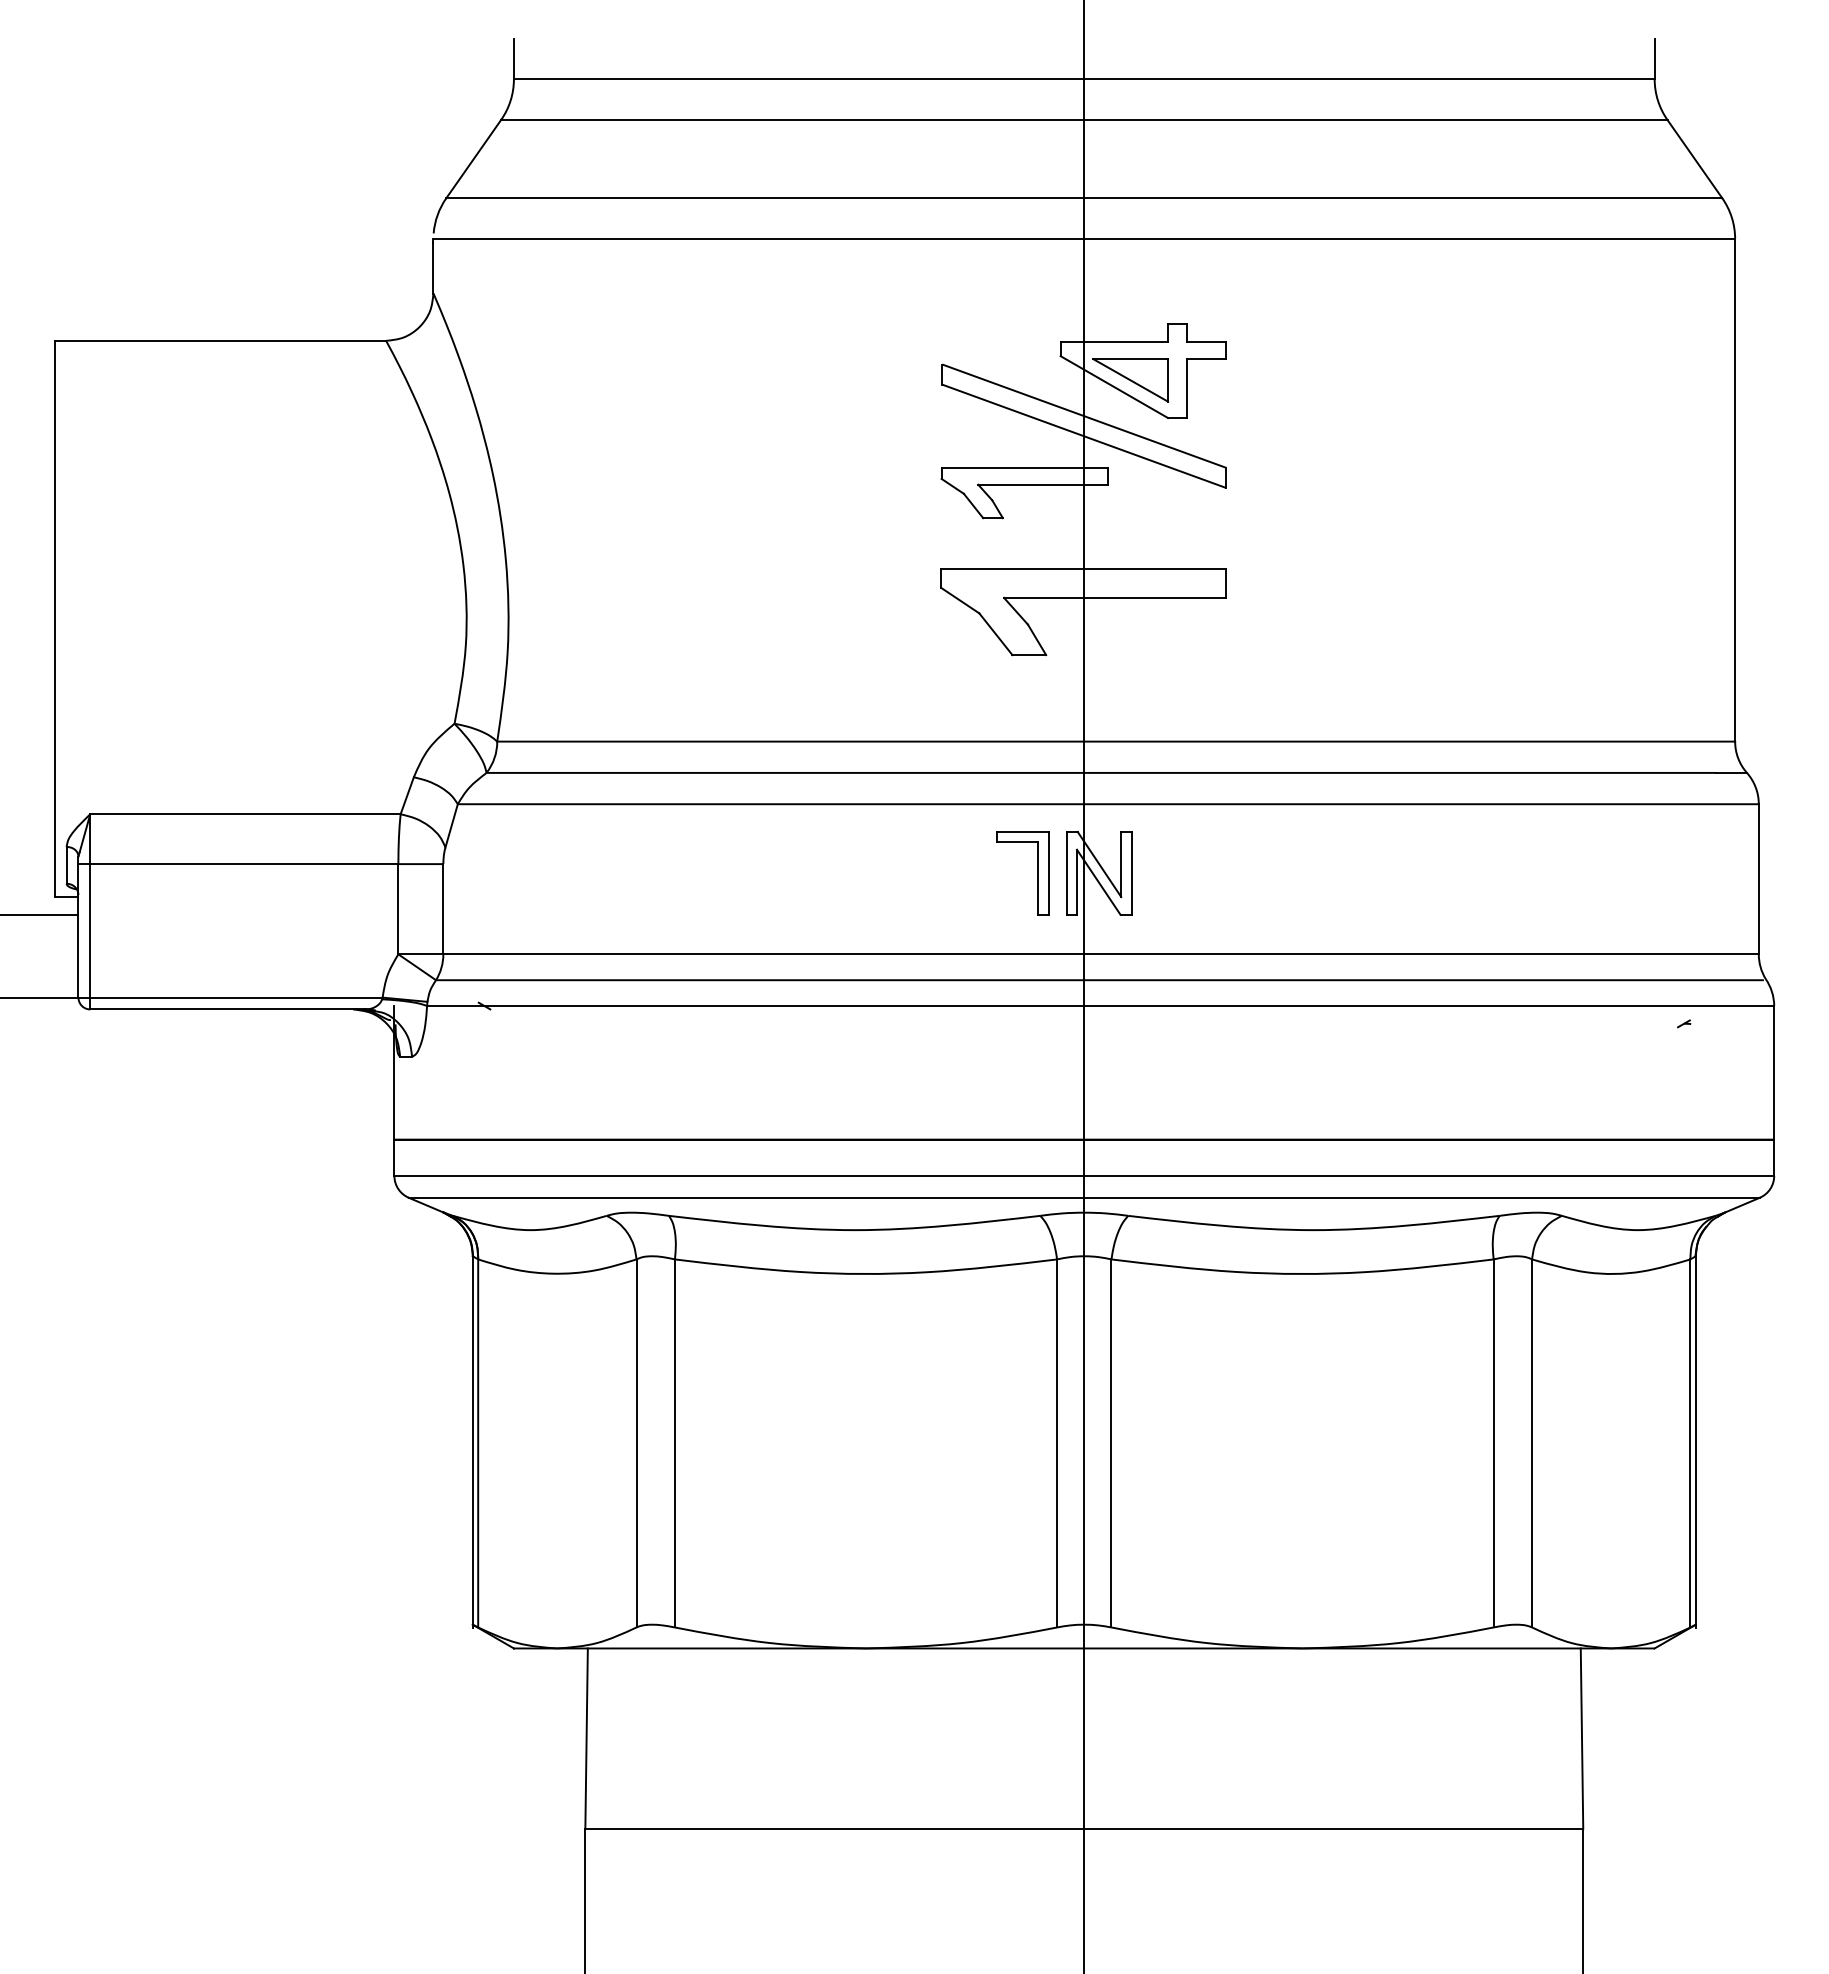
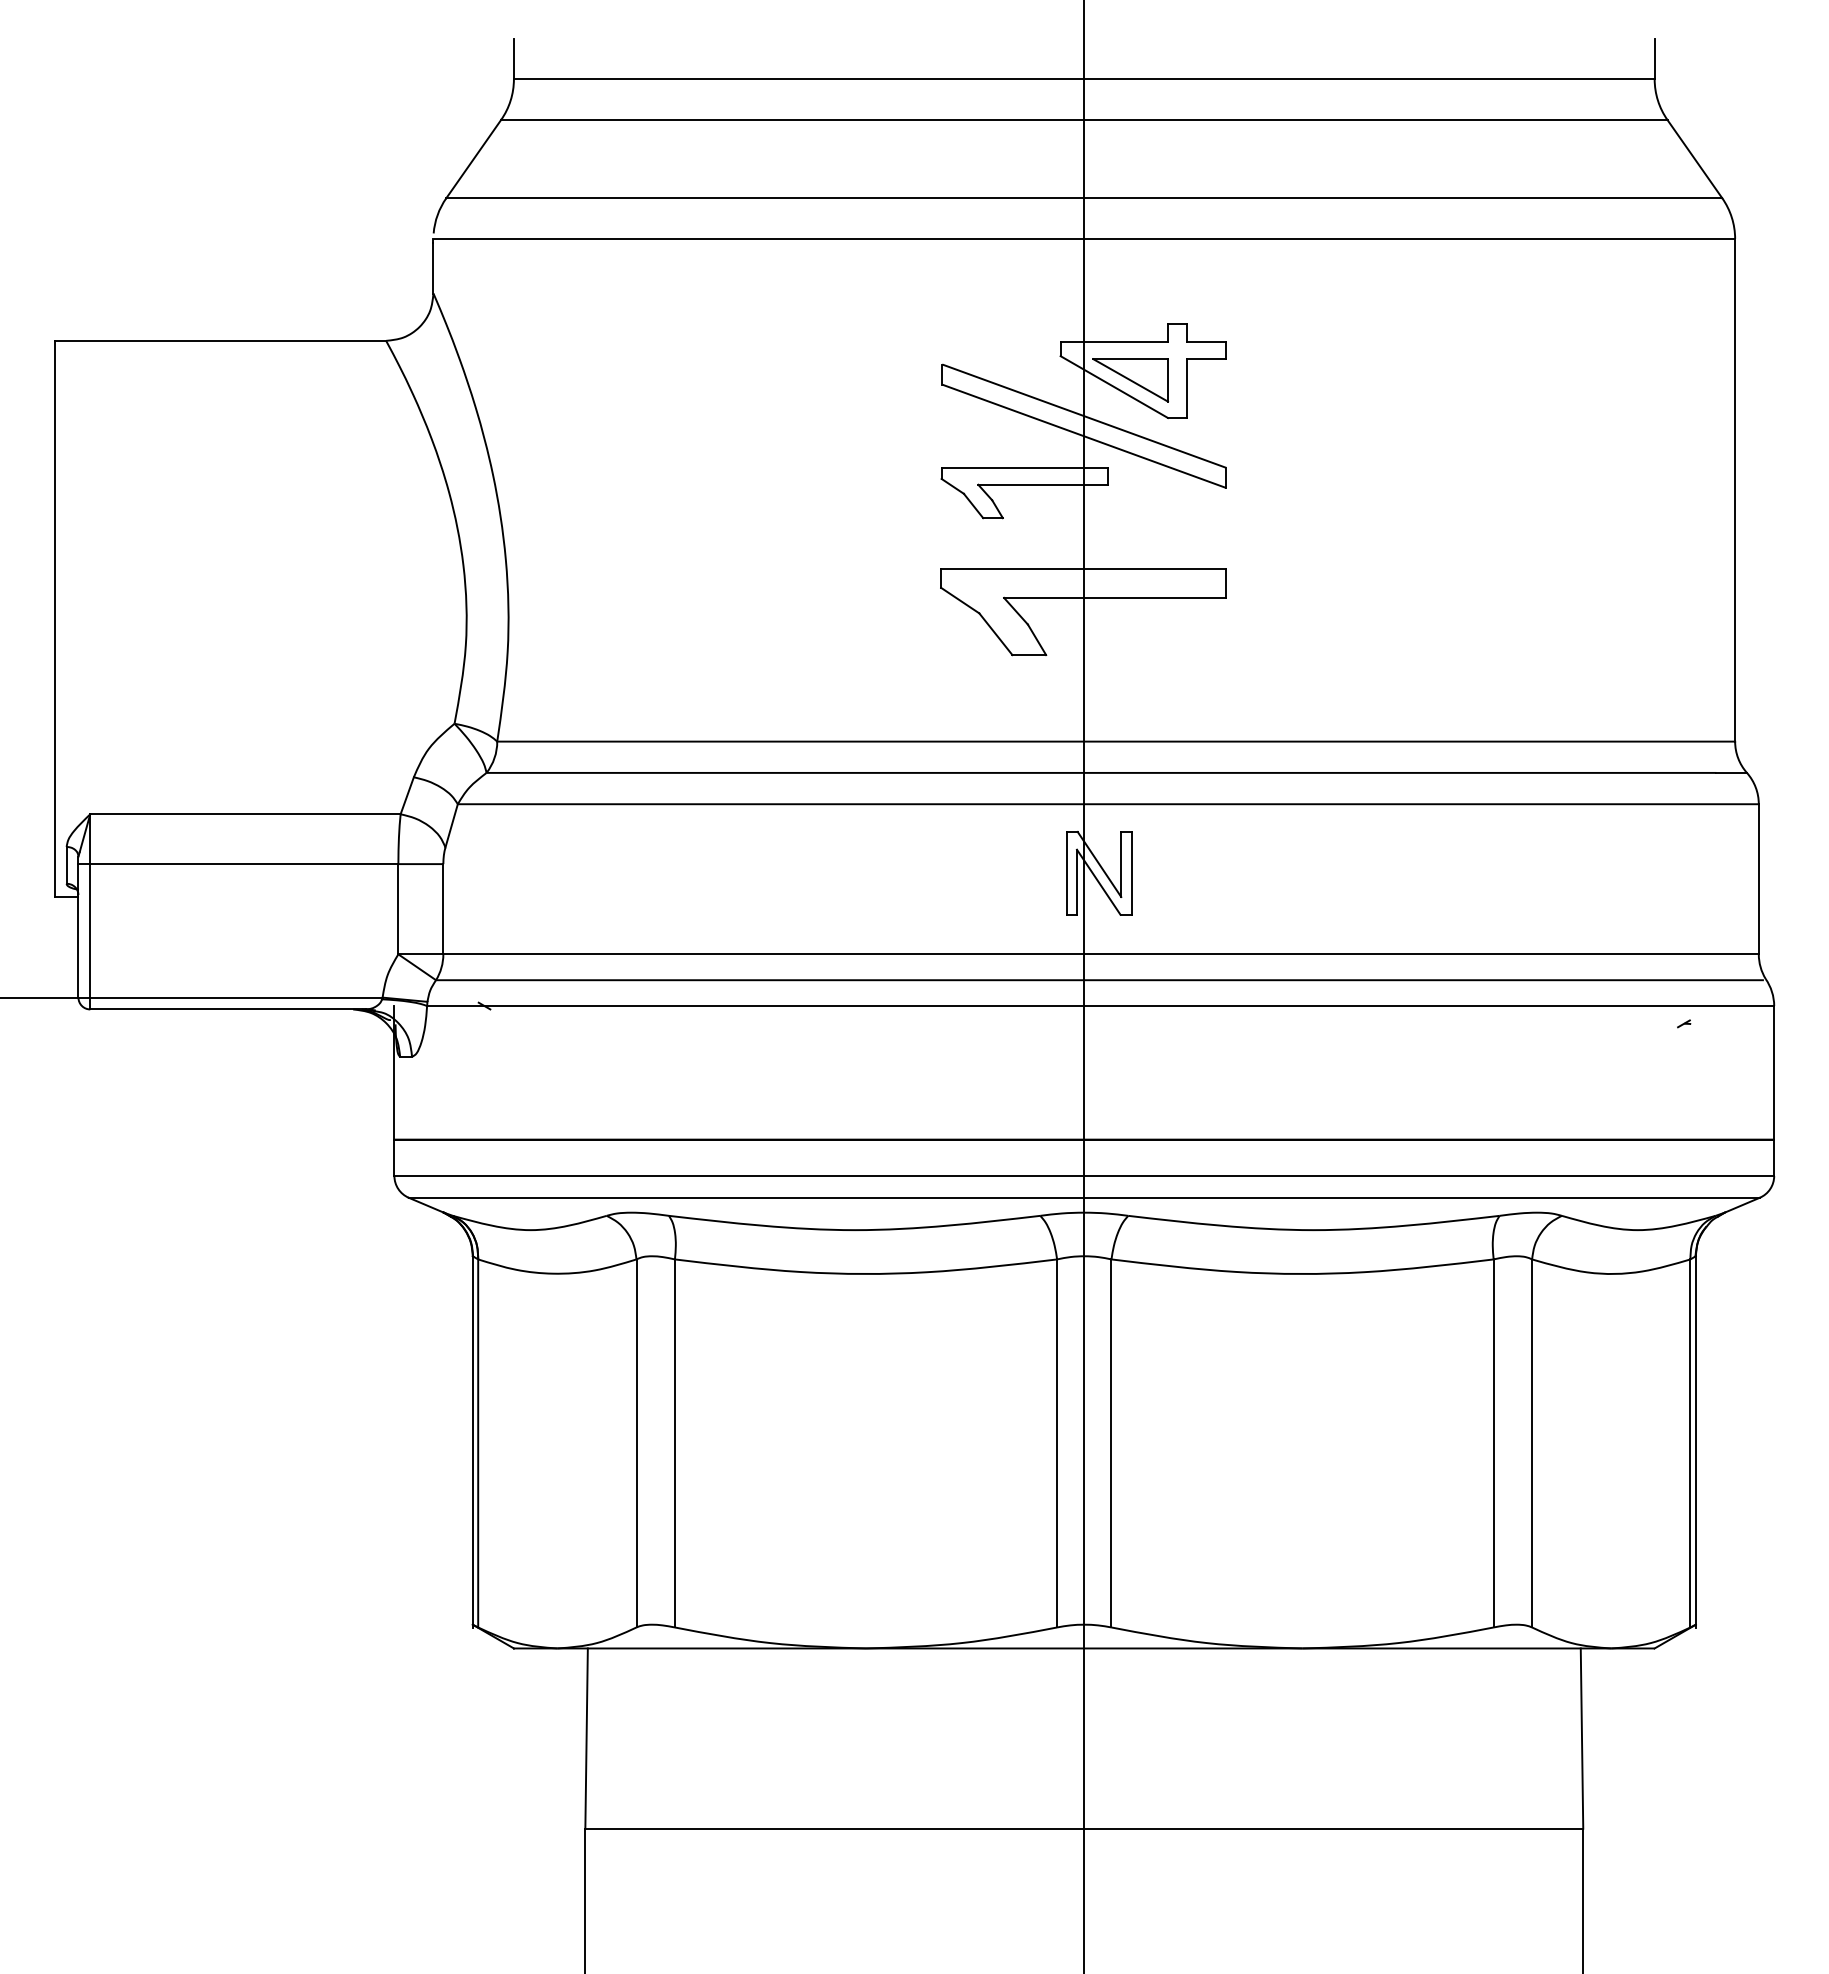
part at (1037, 873): present -> none
line at (40, 914): present -> none
